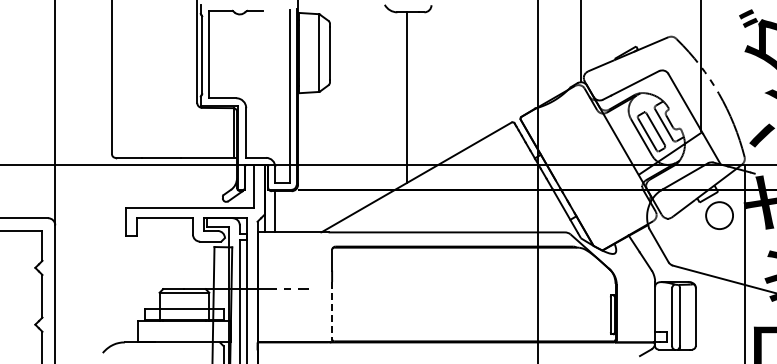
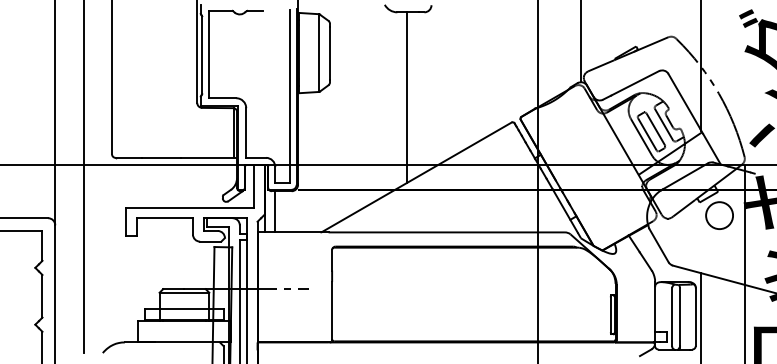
line at (83, 177): none -> present
line at (332, 311): dashed -> solid
line at (701, 316): none -> present
